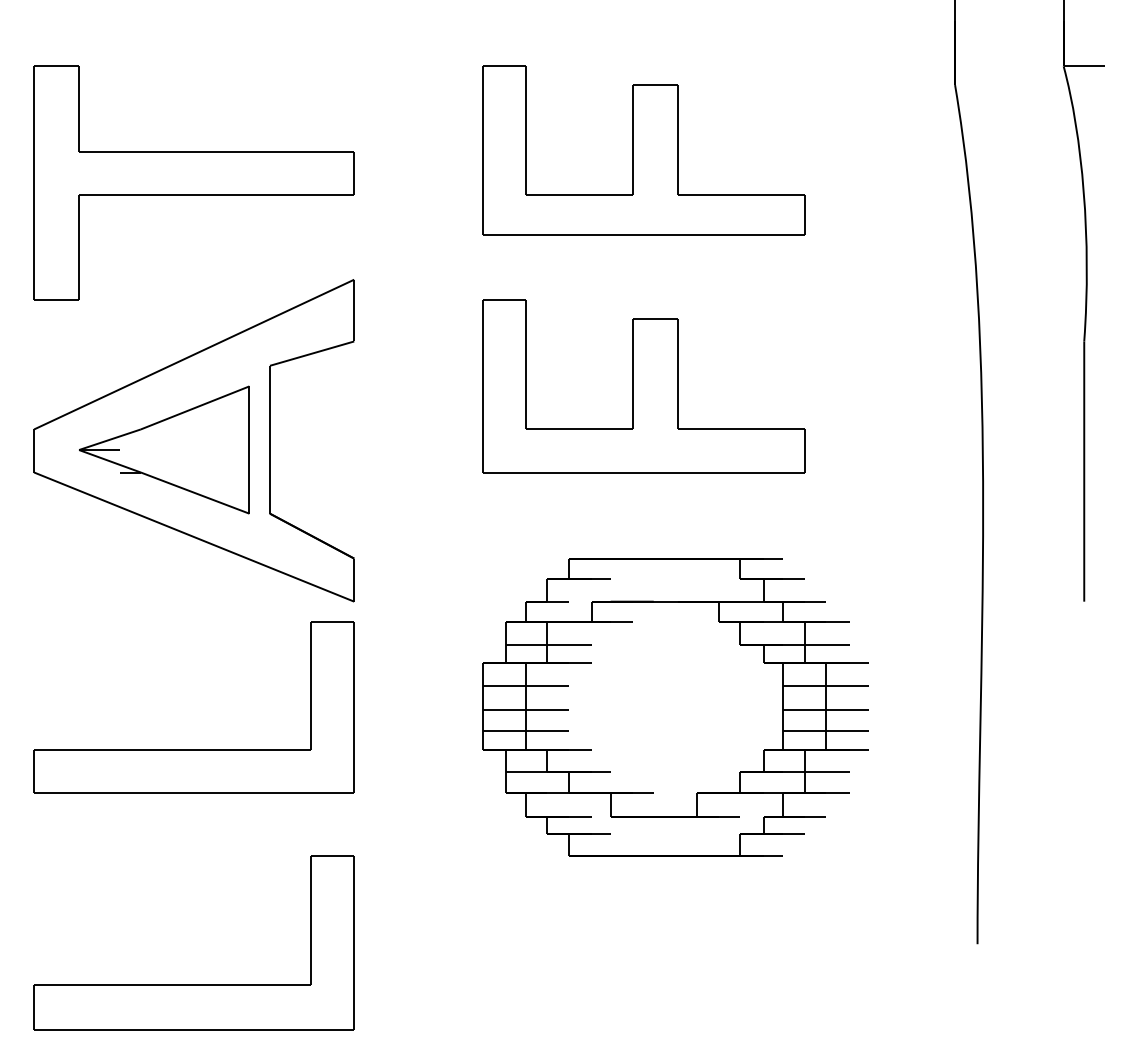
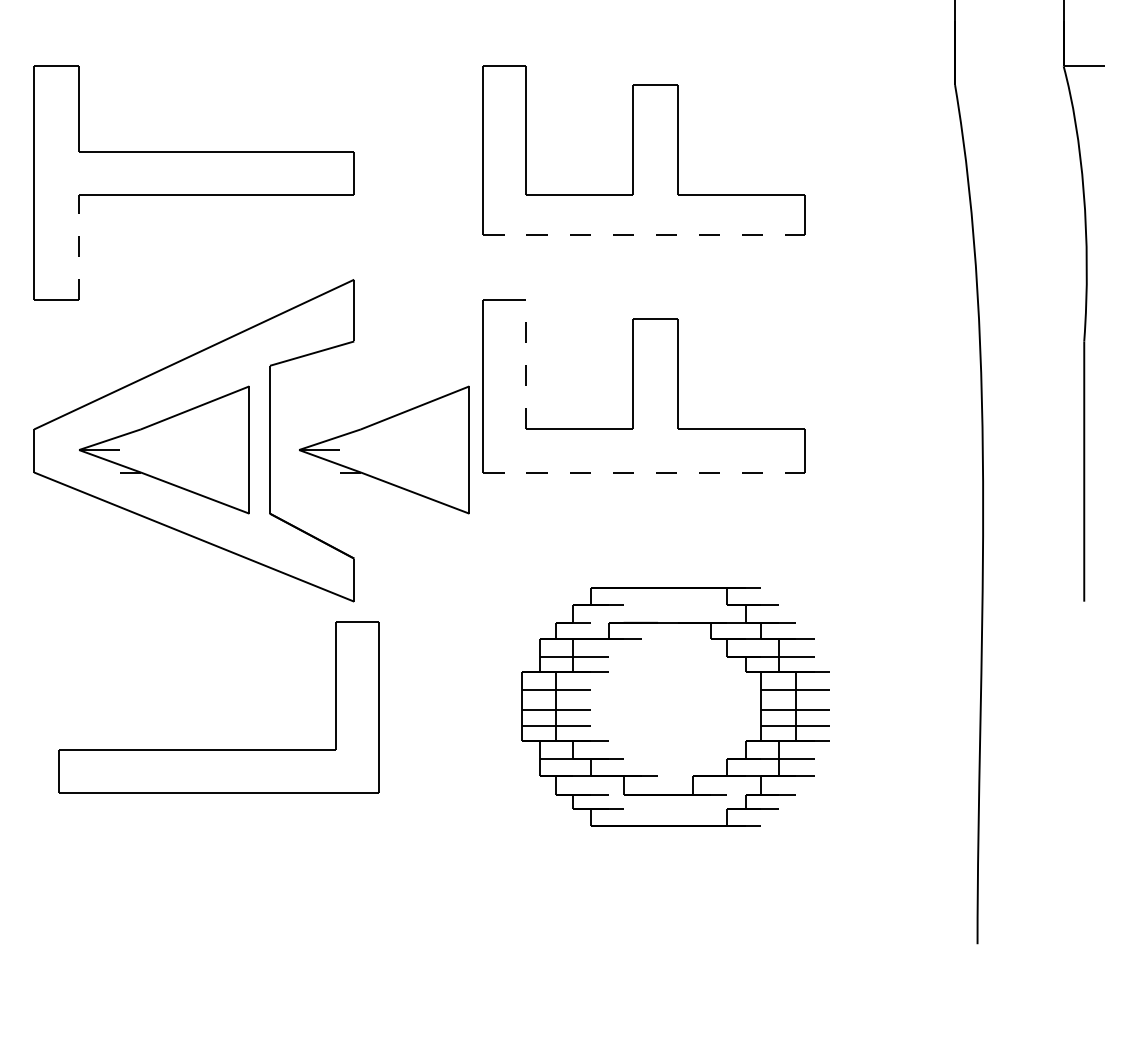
line at (644, 234): solid -> dashed
line at (79, 247): solid -> dashed
line at (526, 364): solid -> dashed
part at (384, 449): none -> present
line at (644, 472): solid -> dashed
part at (675, 707) size: 387x299 px -> 309x240 px
part at (193, 749) position: (193, 749) -> (218, 749)
part at (193, 984): present -> none
